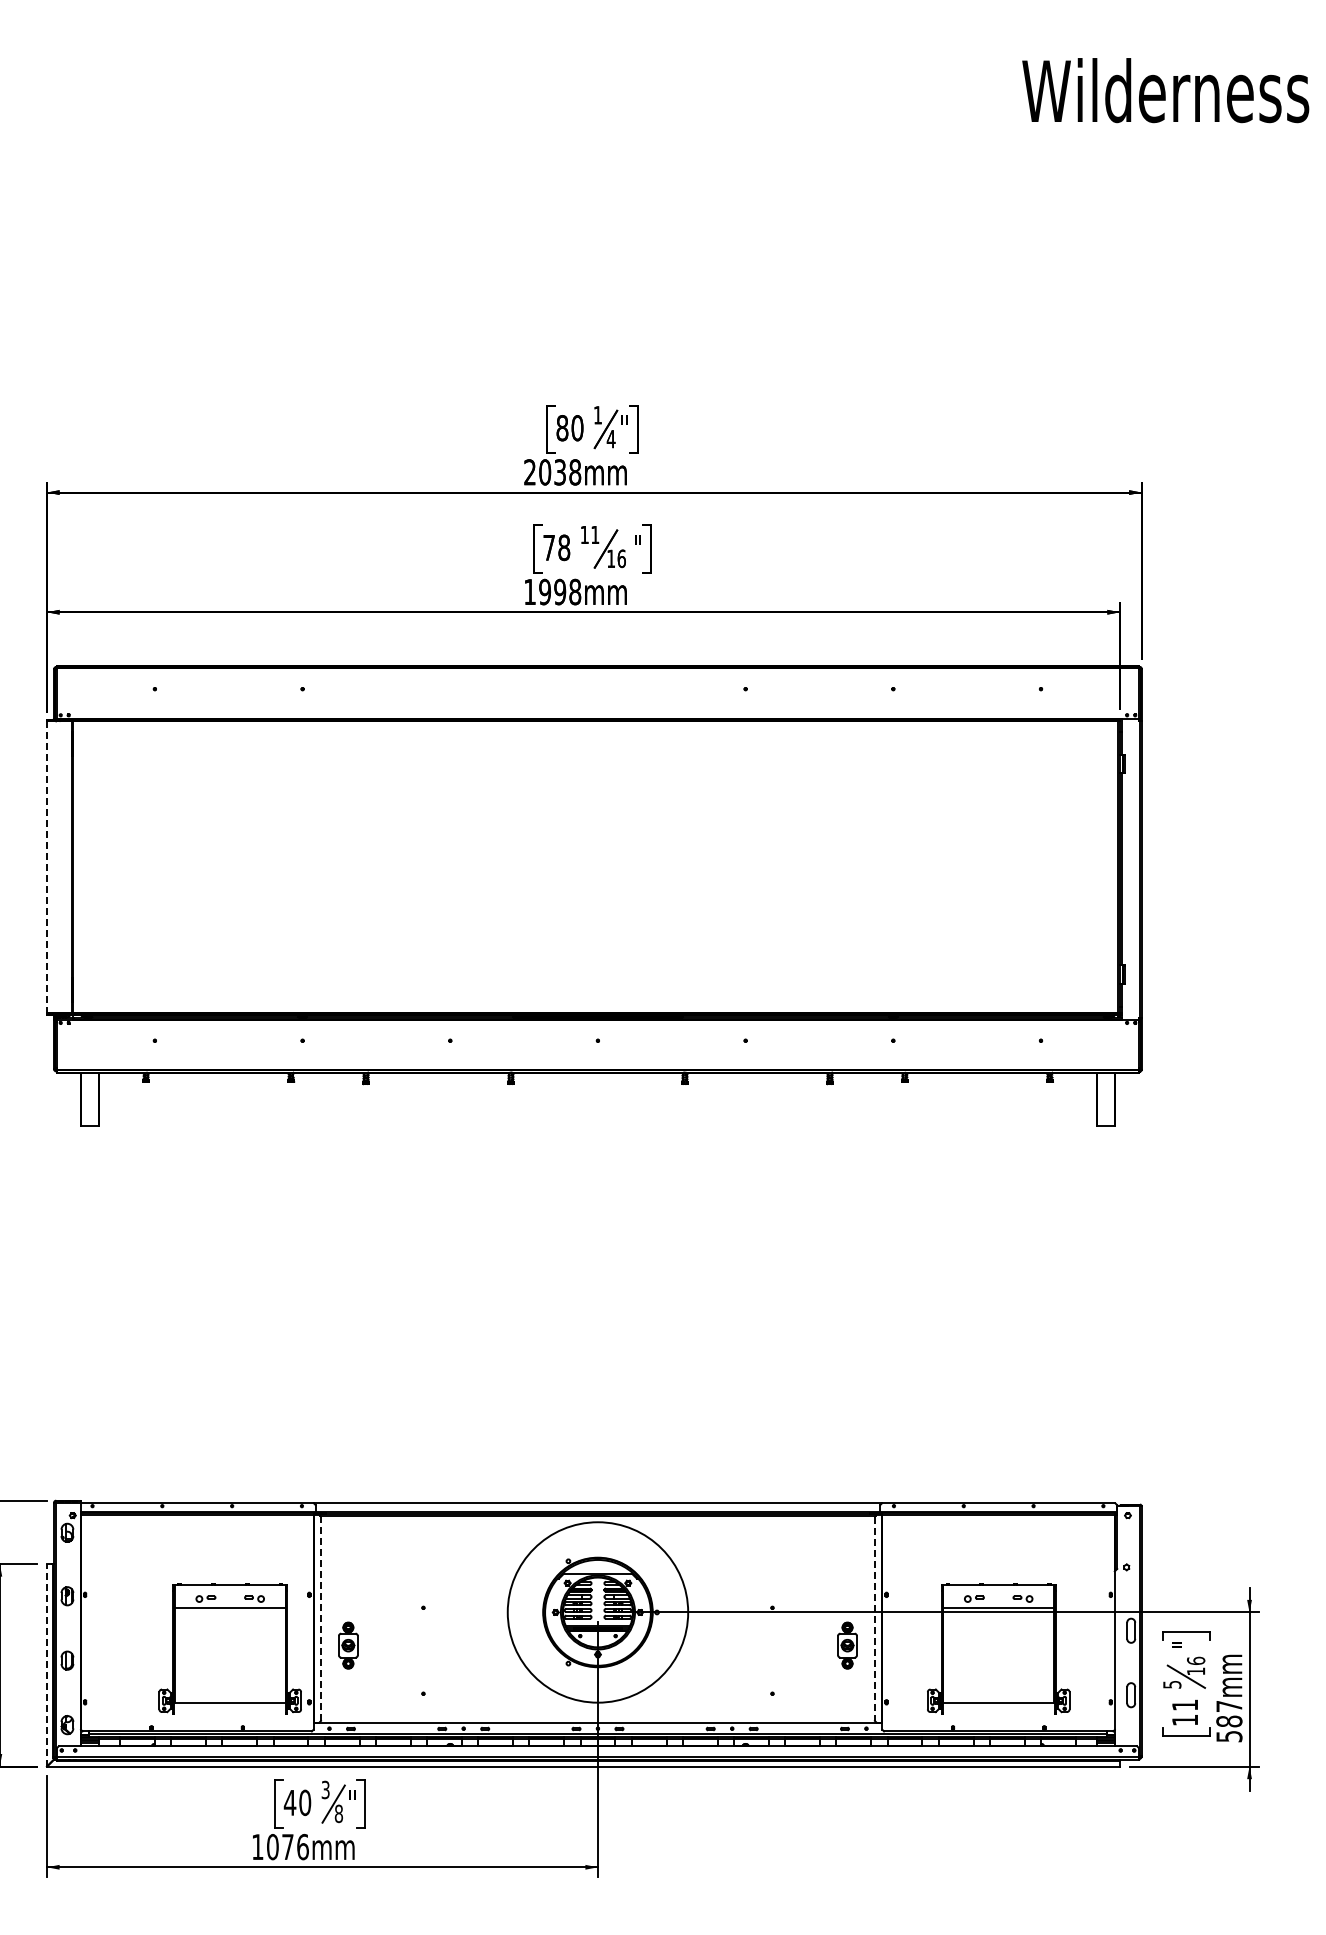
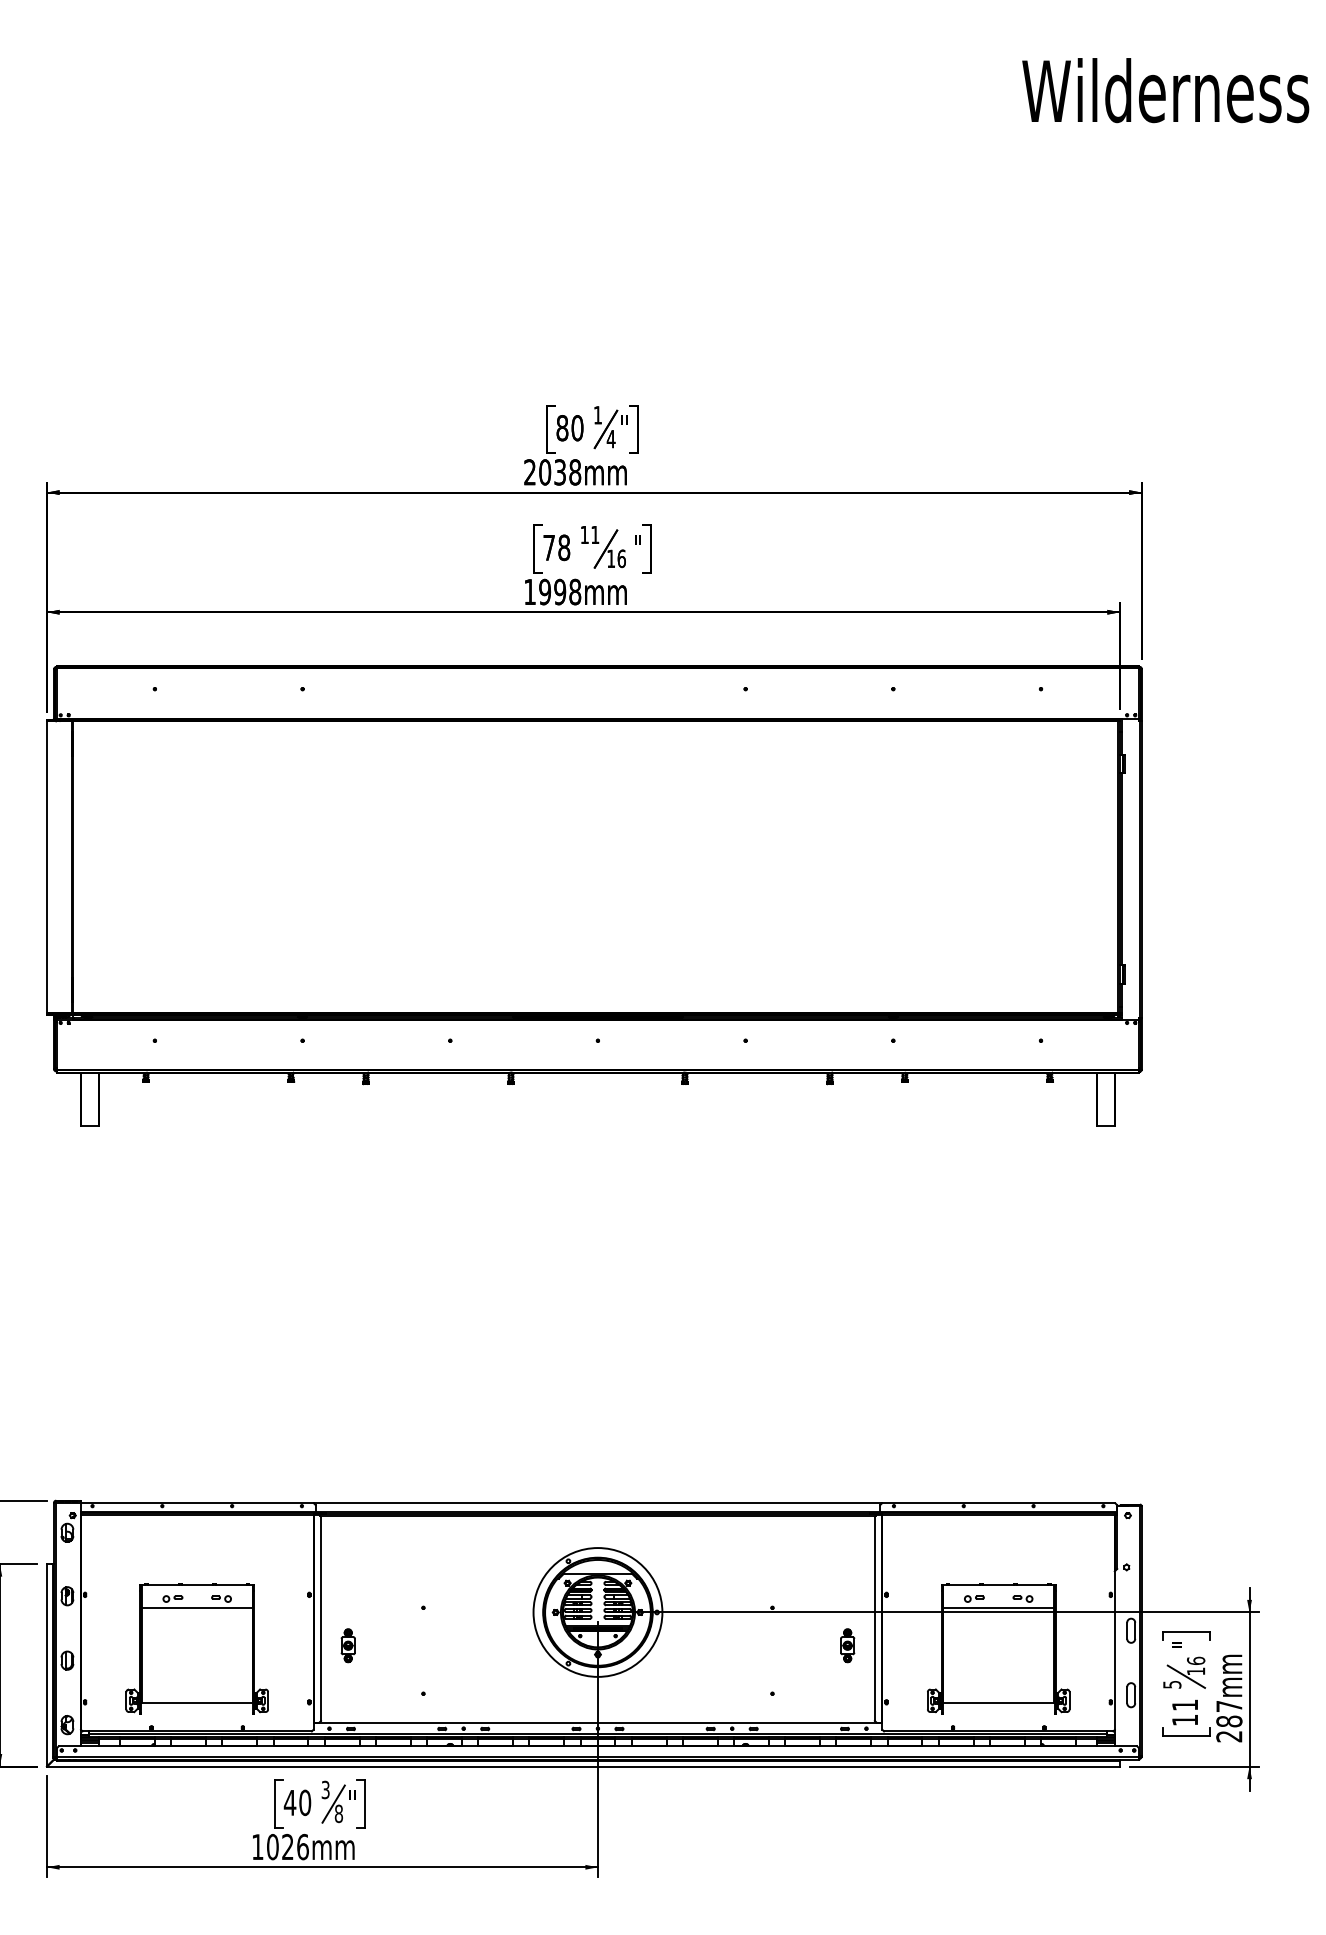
line at (47, 867): dashed -> solid
circle at (597, 1612) diameter: 180 px -> 129 px
line at (321, 1618): dashed -> solid
line at (874, 1619): dashed -> solid
part at (348, 1645) size: 21x49 px -> 16x36 px
part at (847, 1645) size: 21x49 px -> 16x36 px
part at (229, 1648) position: (229, 1648) -> (196, 1648)
line at (47, 1664): dashed -> solid
text at (1229, 1736): 587mm -> 287mm
text at (287, 1846): 1076mm -> 1026mm
